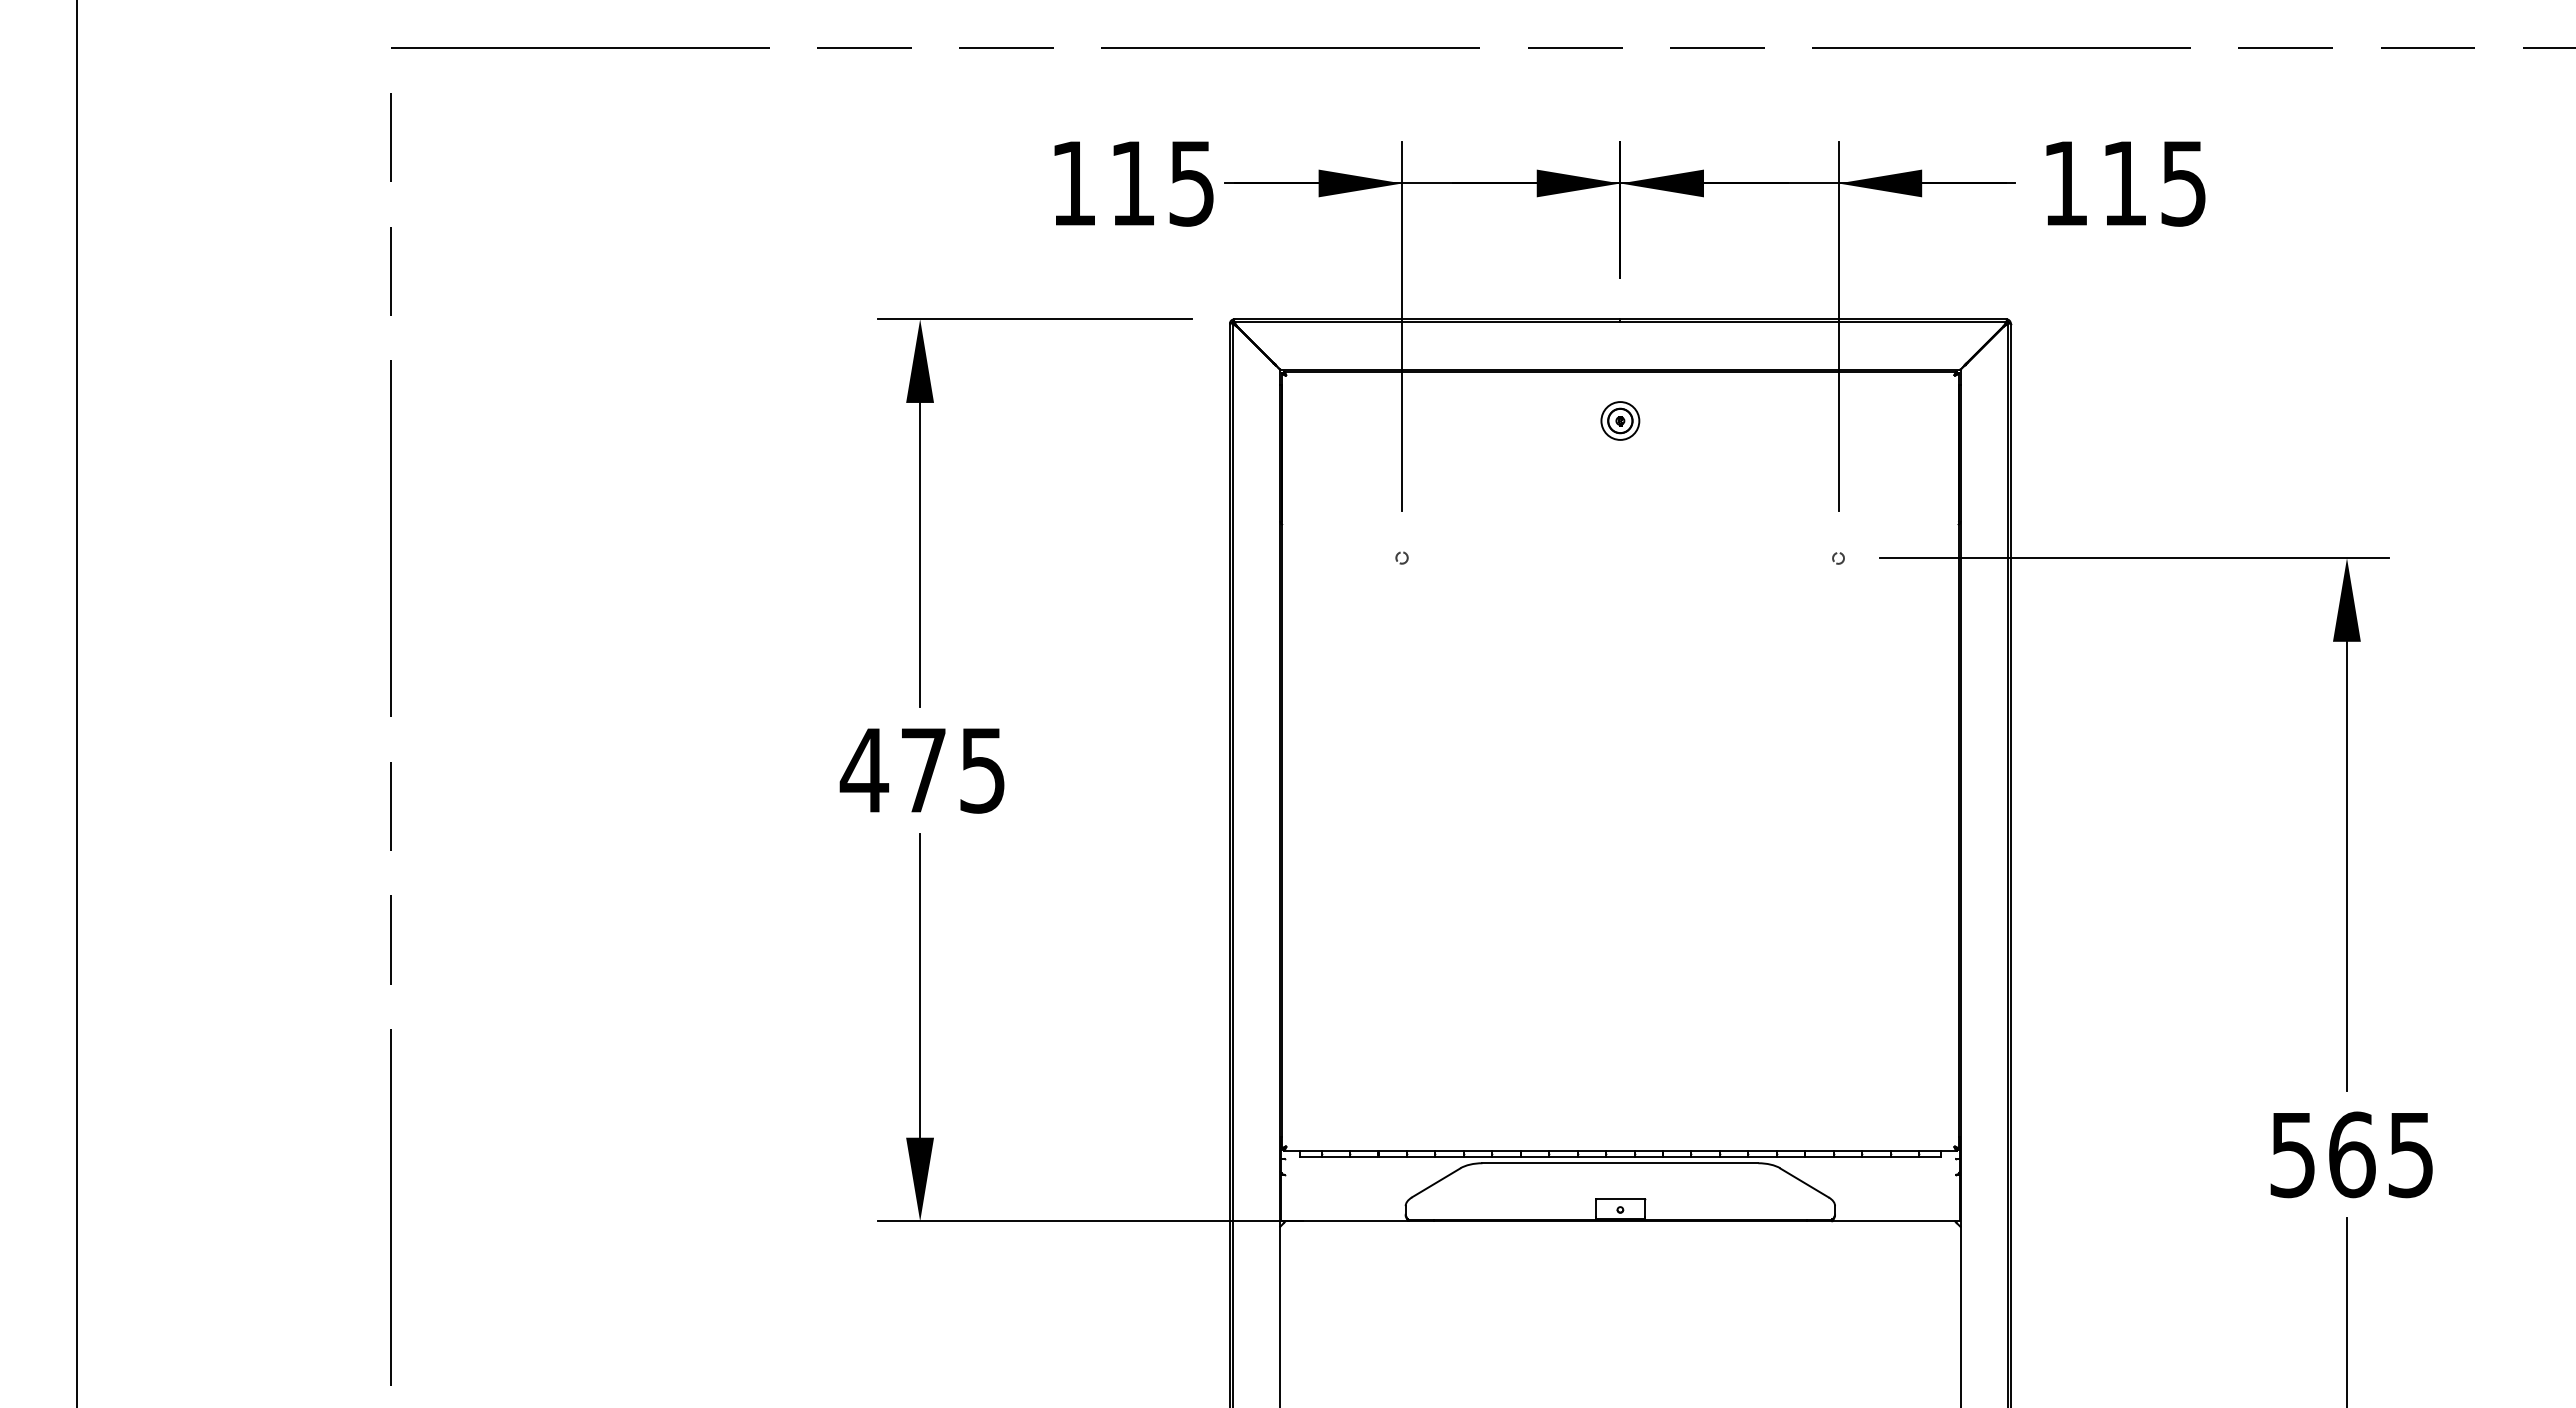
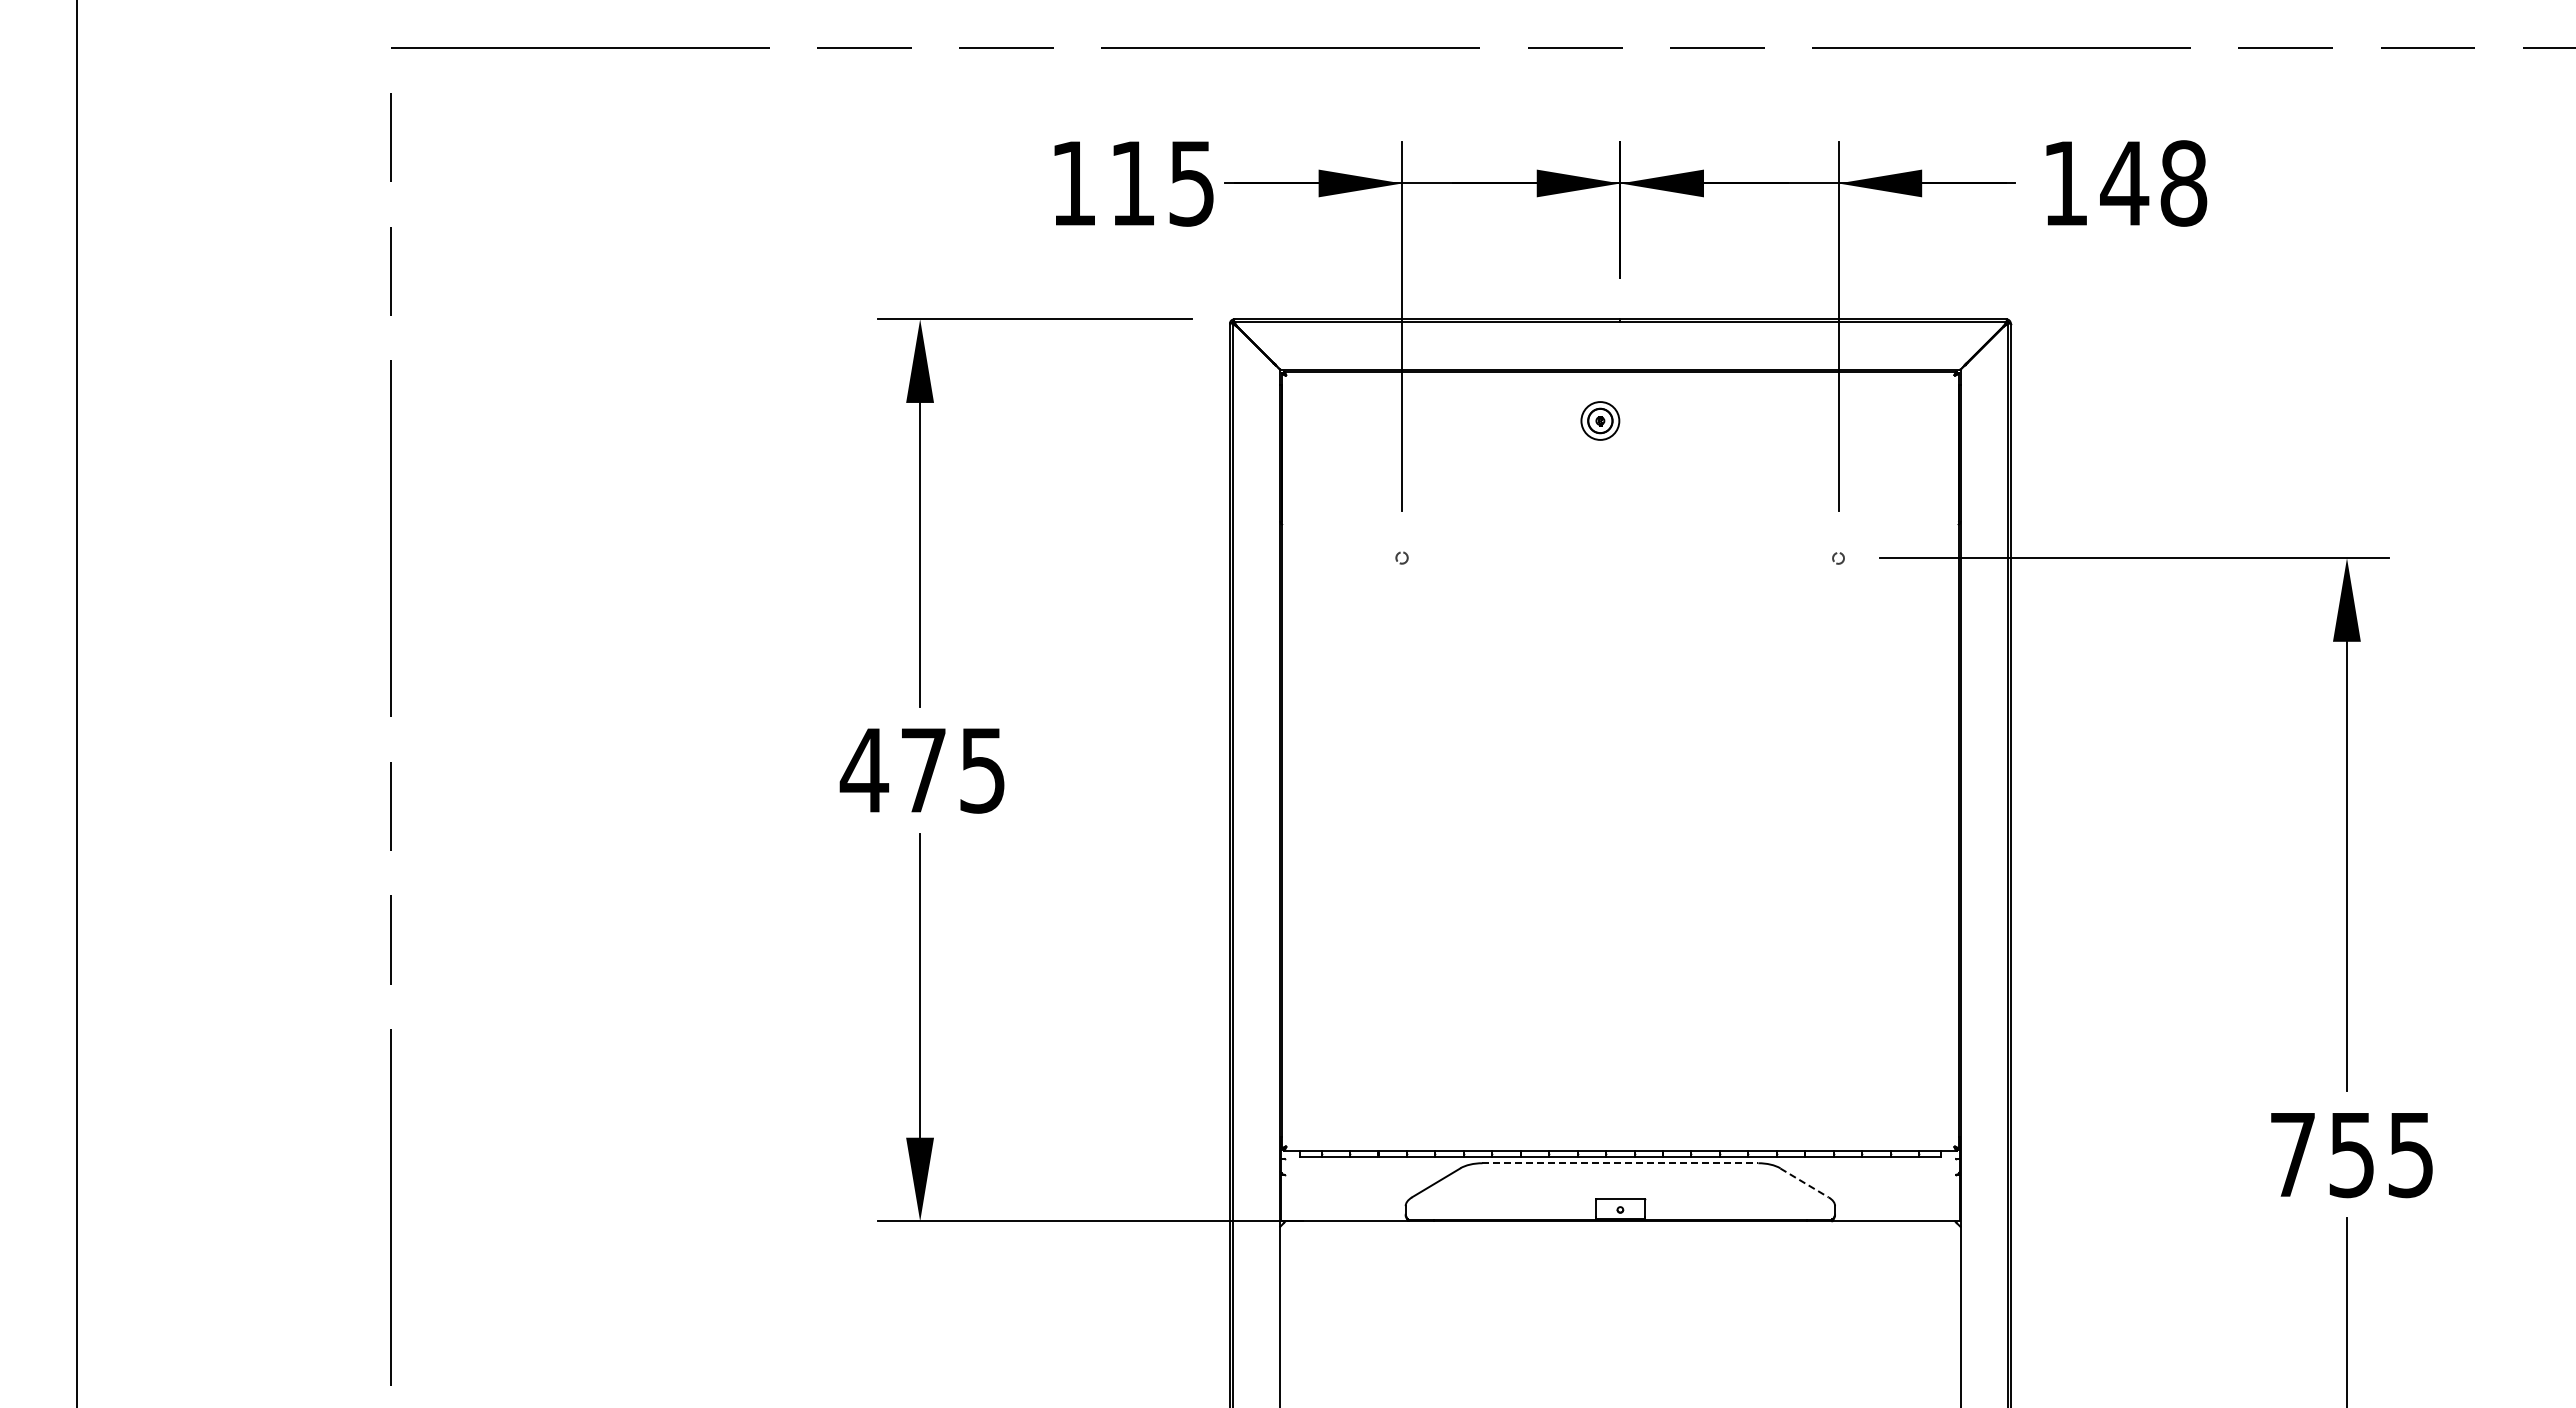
text at (2153, 183): 115 -> 148
part at (1620, 420) position: (1620, 420) -> (1600, 420)
text at (2322, 1154): 565 -> 755
line at (1620, 1163): solid -> dashed
line at (1804, 1183): solid -> dashed
